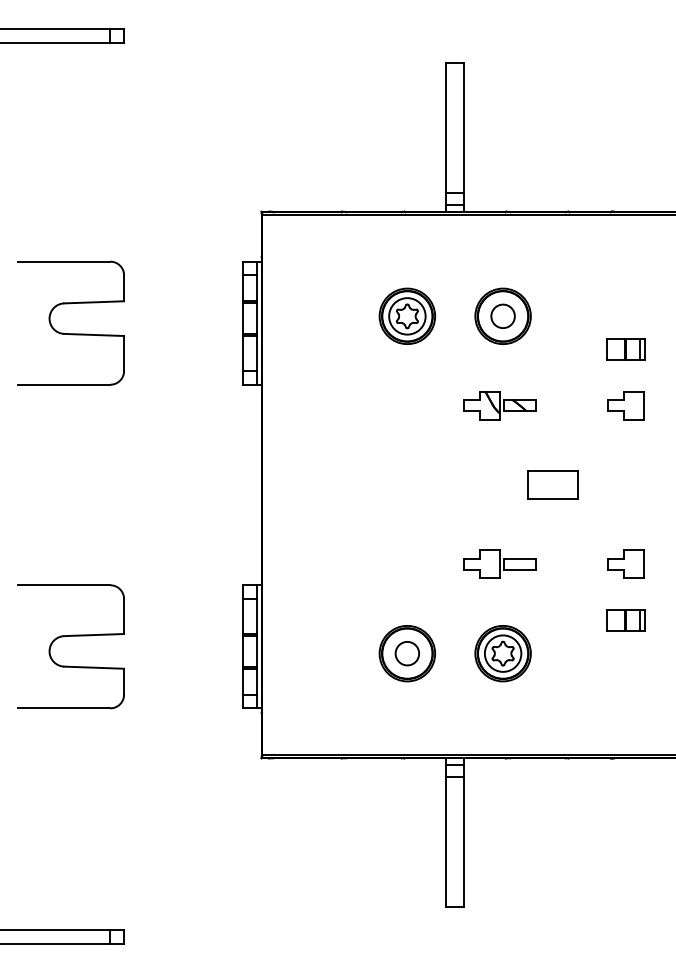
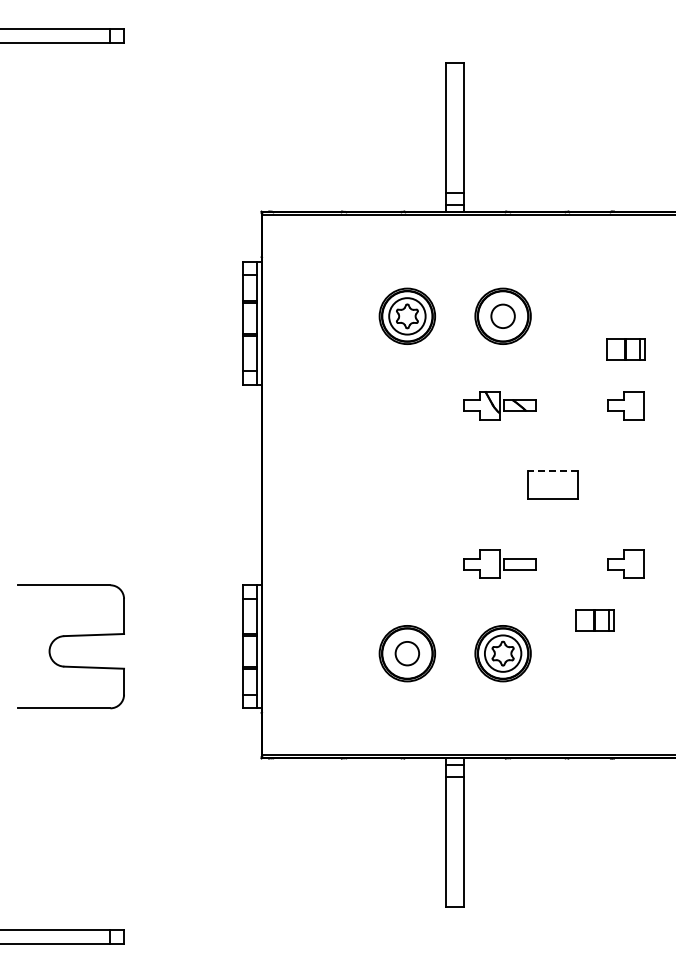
part at (70, 333): present -> none
line at (552, 471): solid -> dashed
part at (625, 620) position: (625, 620) -> (594, 620)
